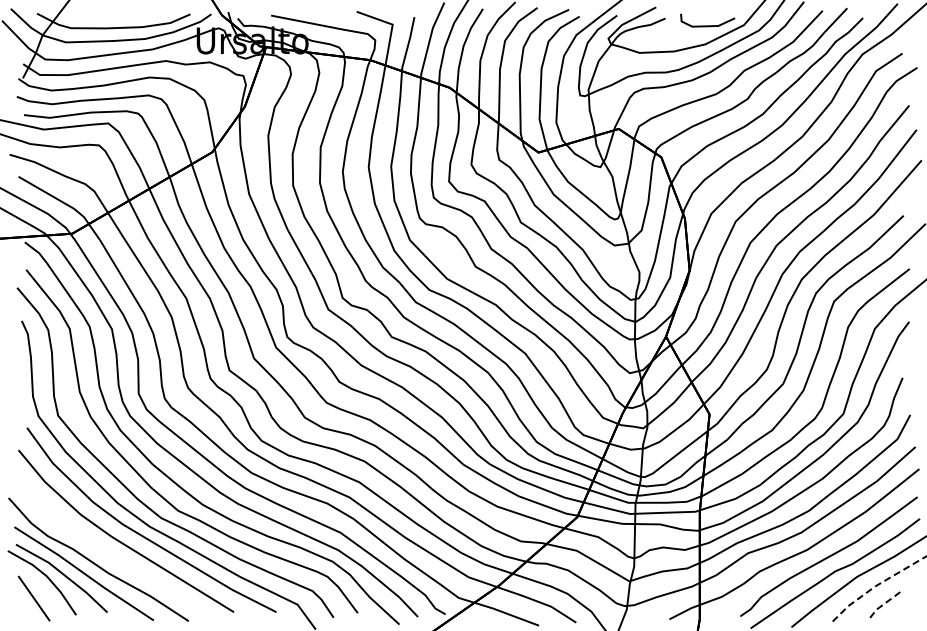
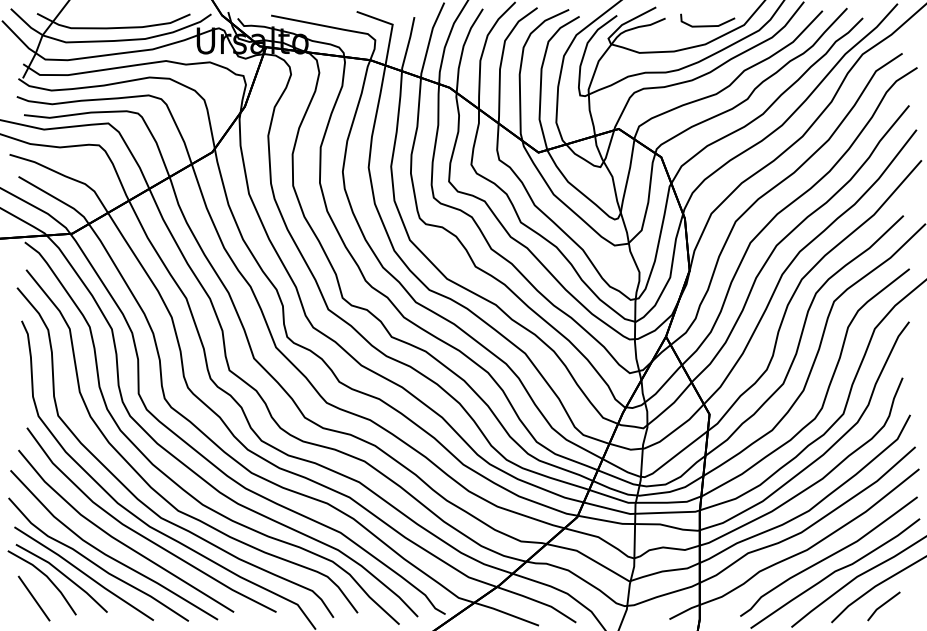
curve at (109, 555): none -> present
line at (875, 586): dashed -> solid
line at (882, 605): dashed -> solid
